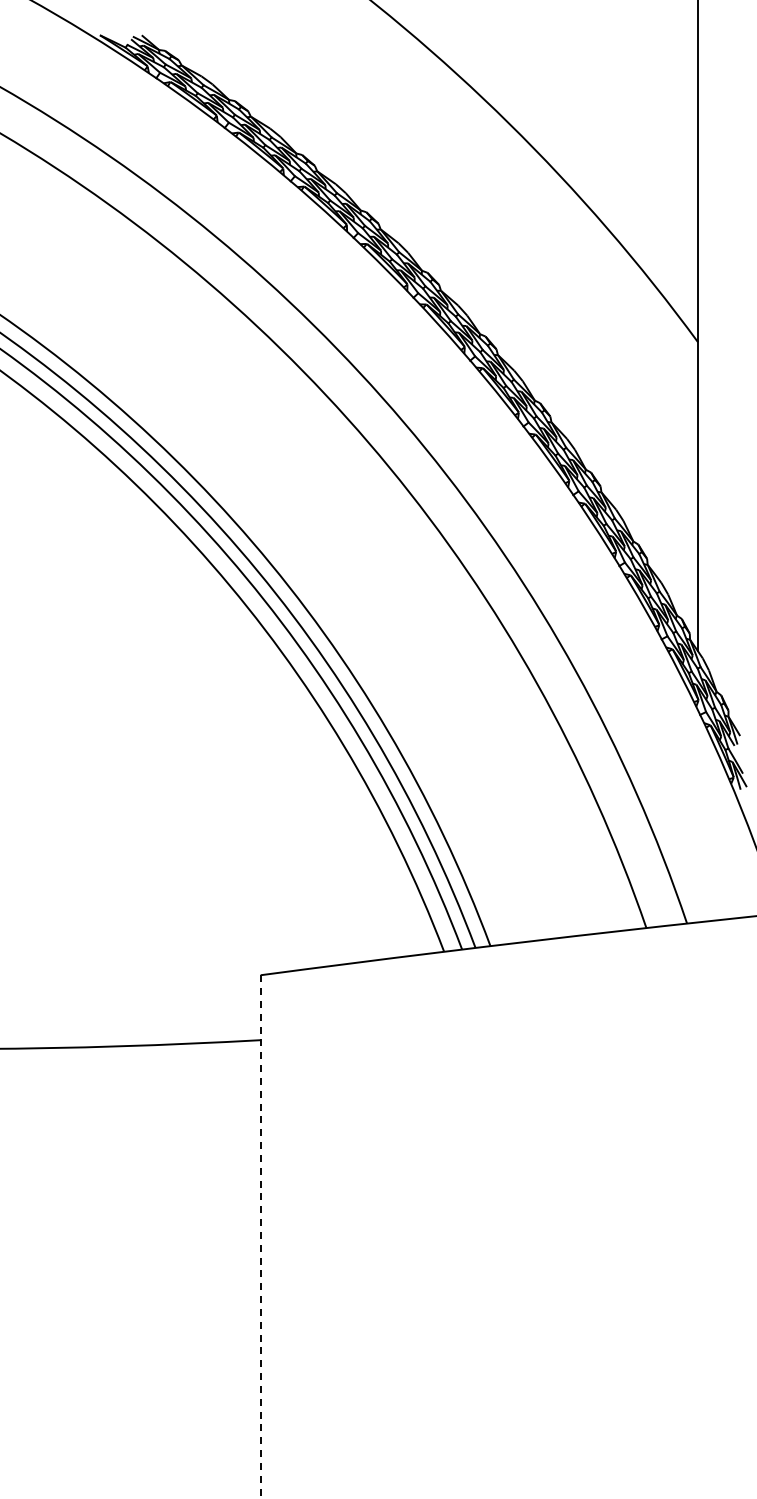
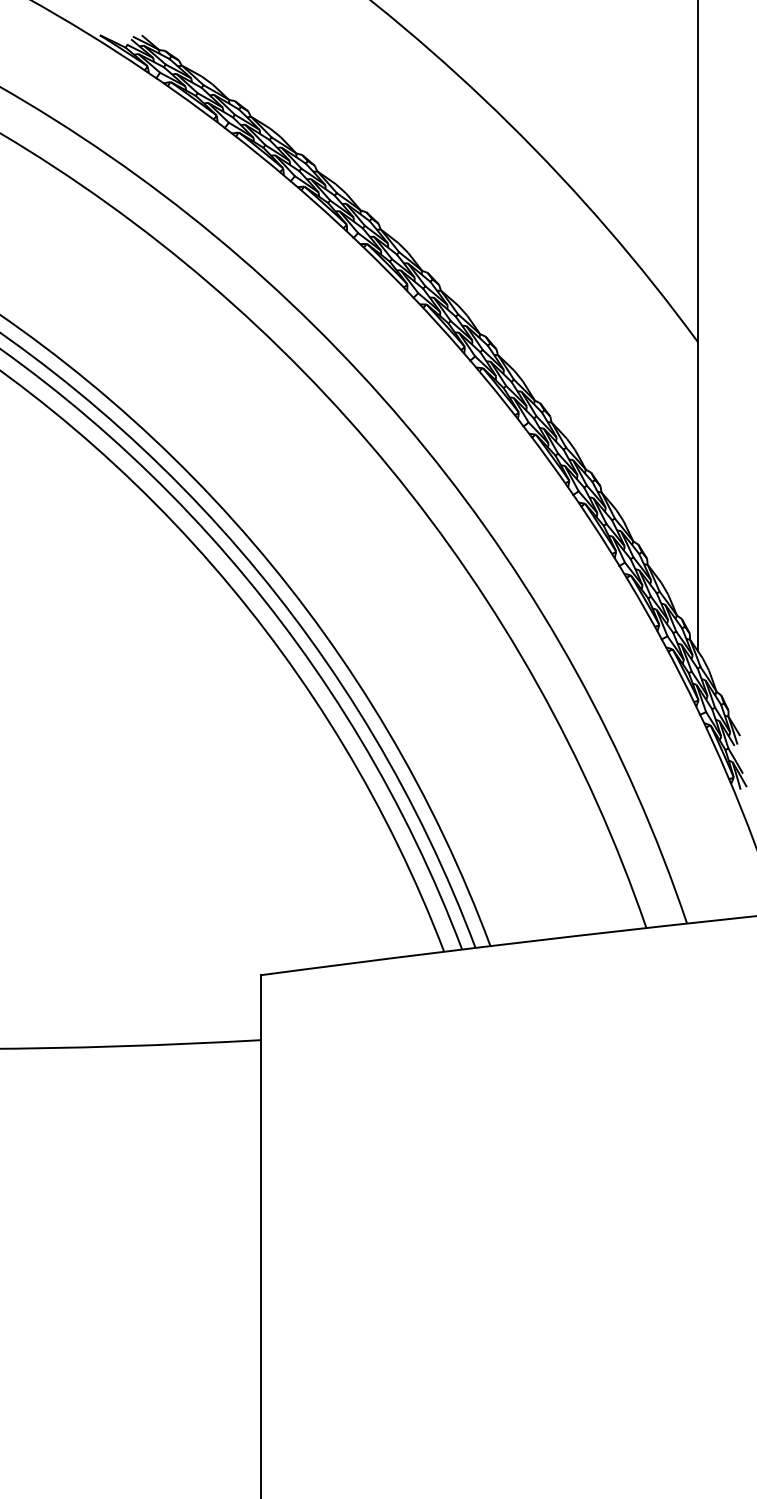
line at (260, 1236): dashed -> solid
